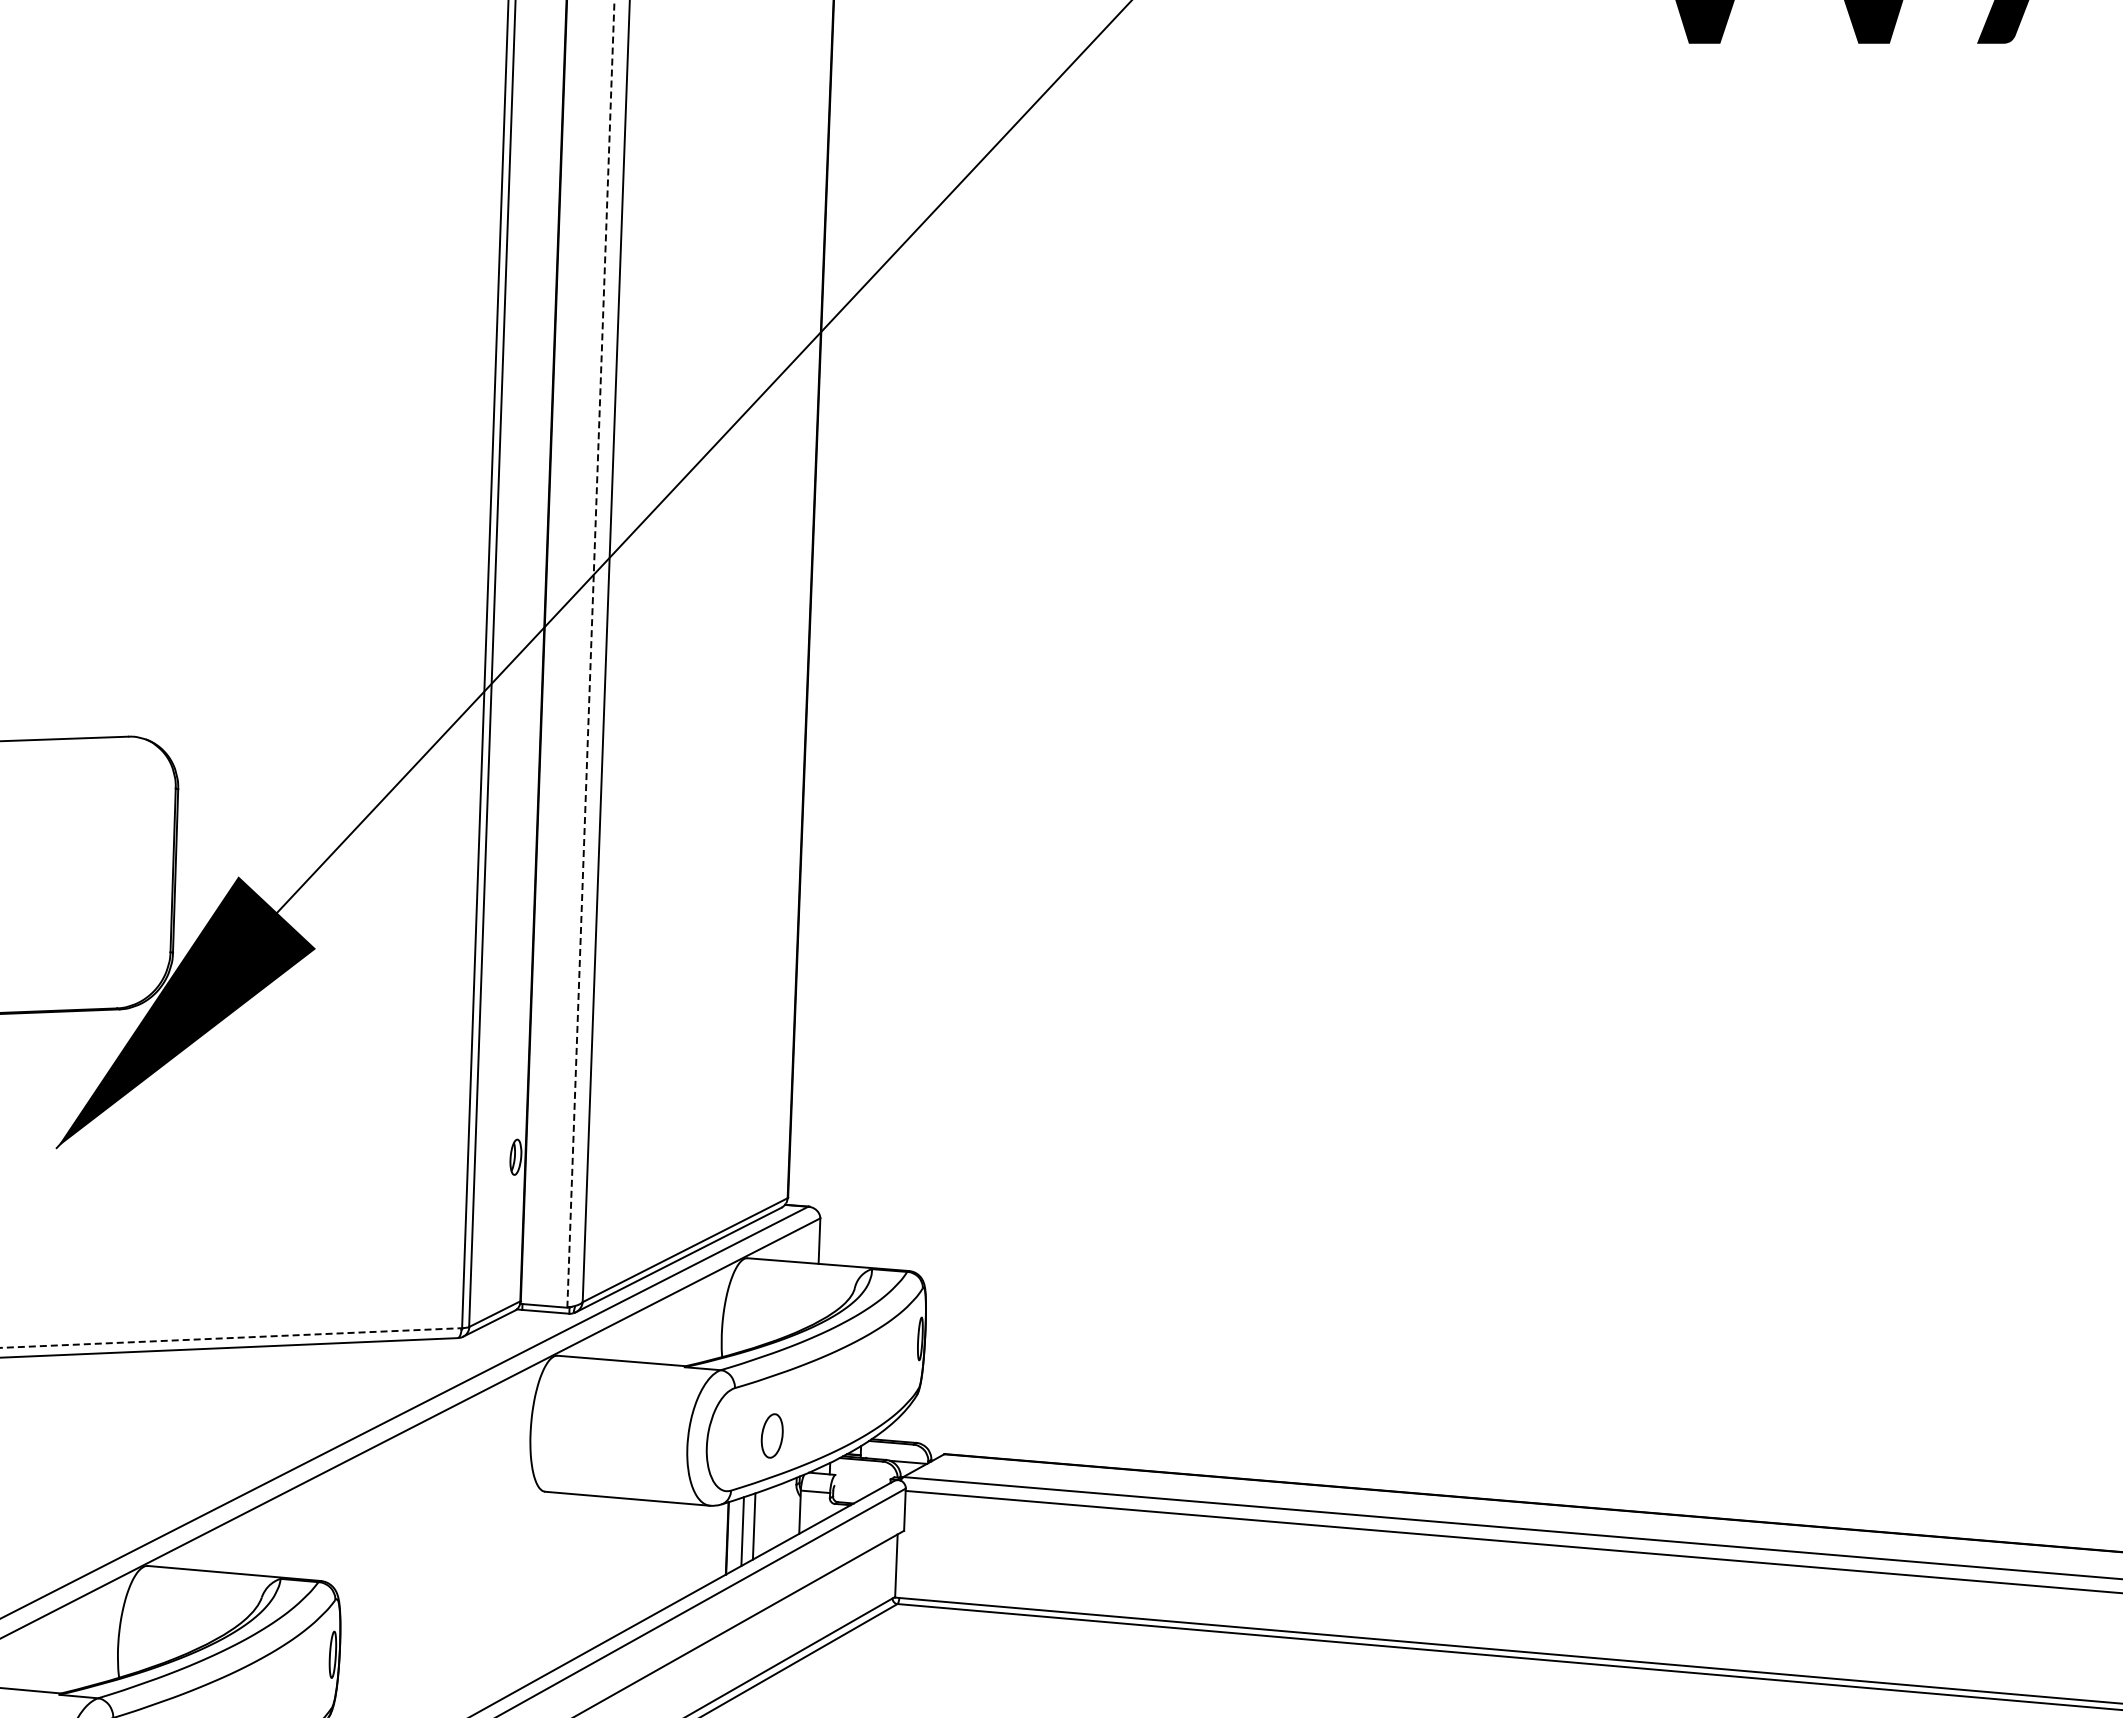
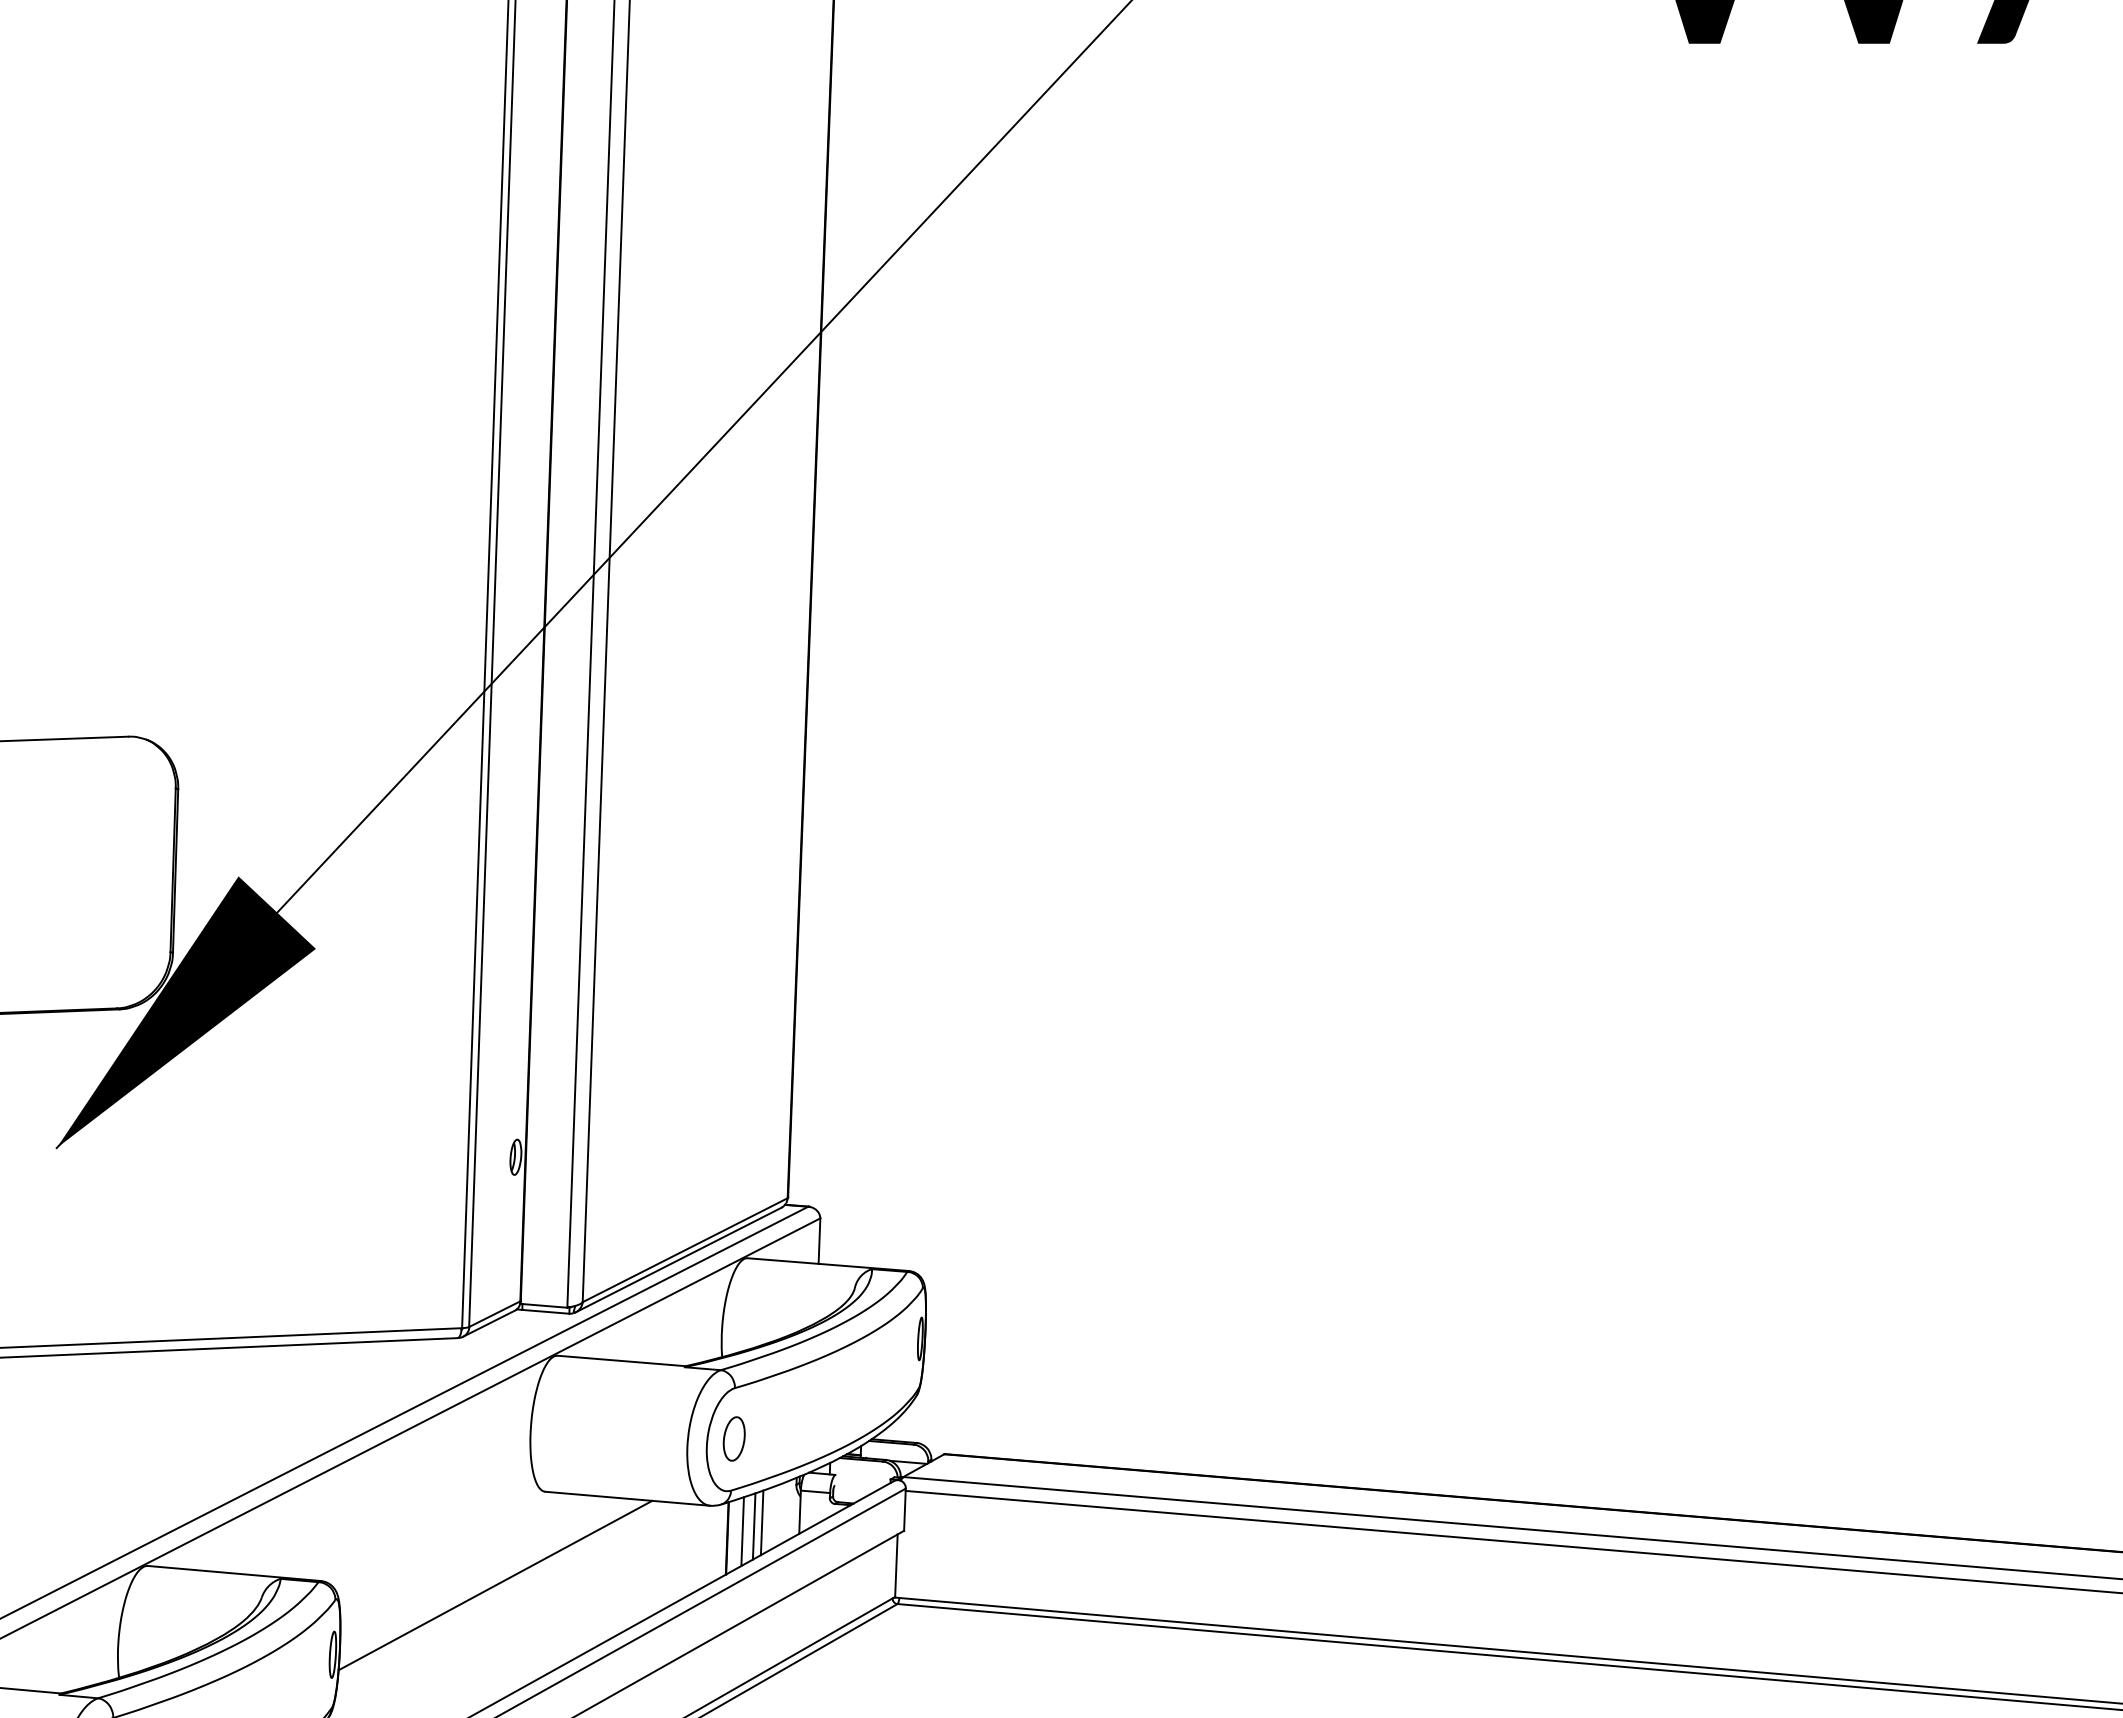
line at (590, 654): dashed -> solid
line at (231, 1338): dashed -> solid
part at (771, 1435) position: (771, 1435) -> (733, 1438)
line at (761, 1522): none -> present
line at (495, 1585): none -> present
